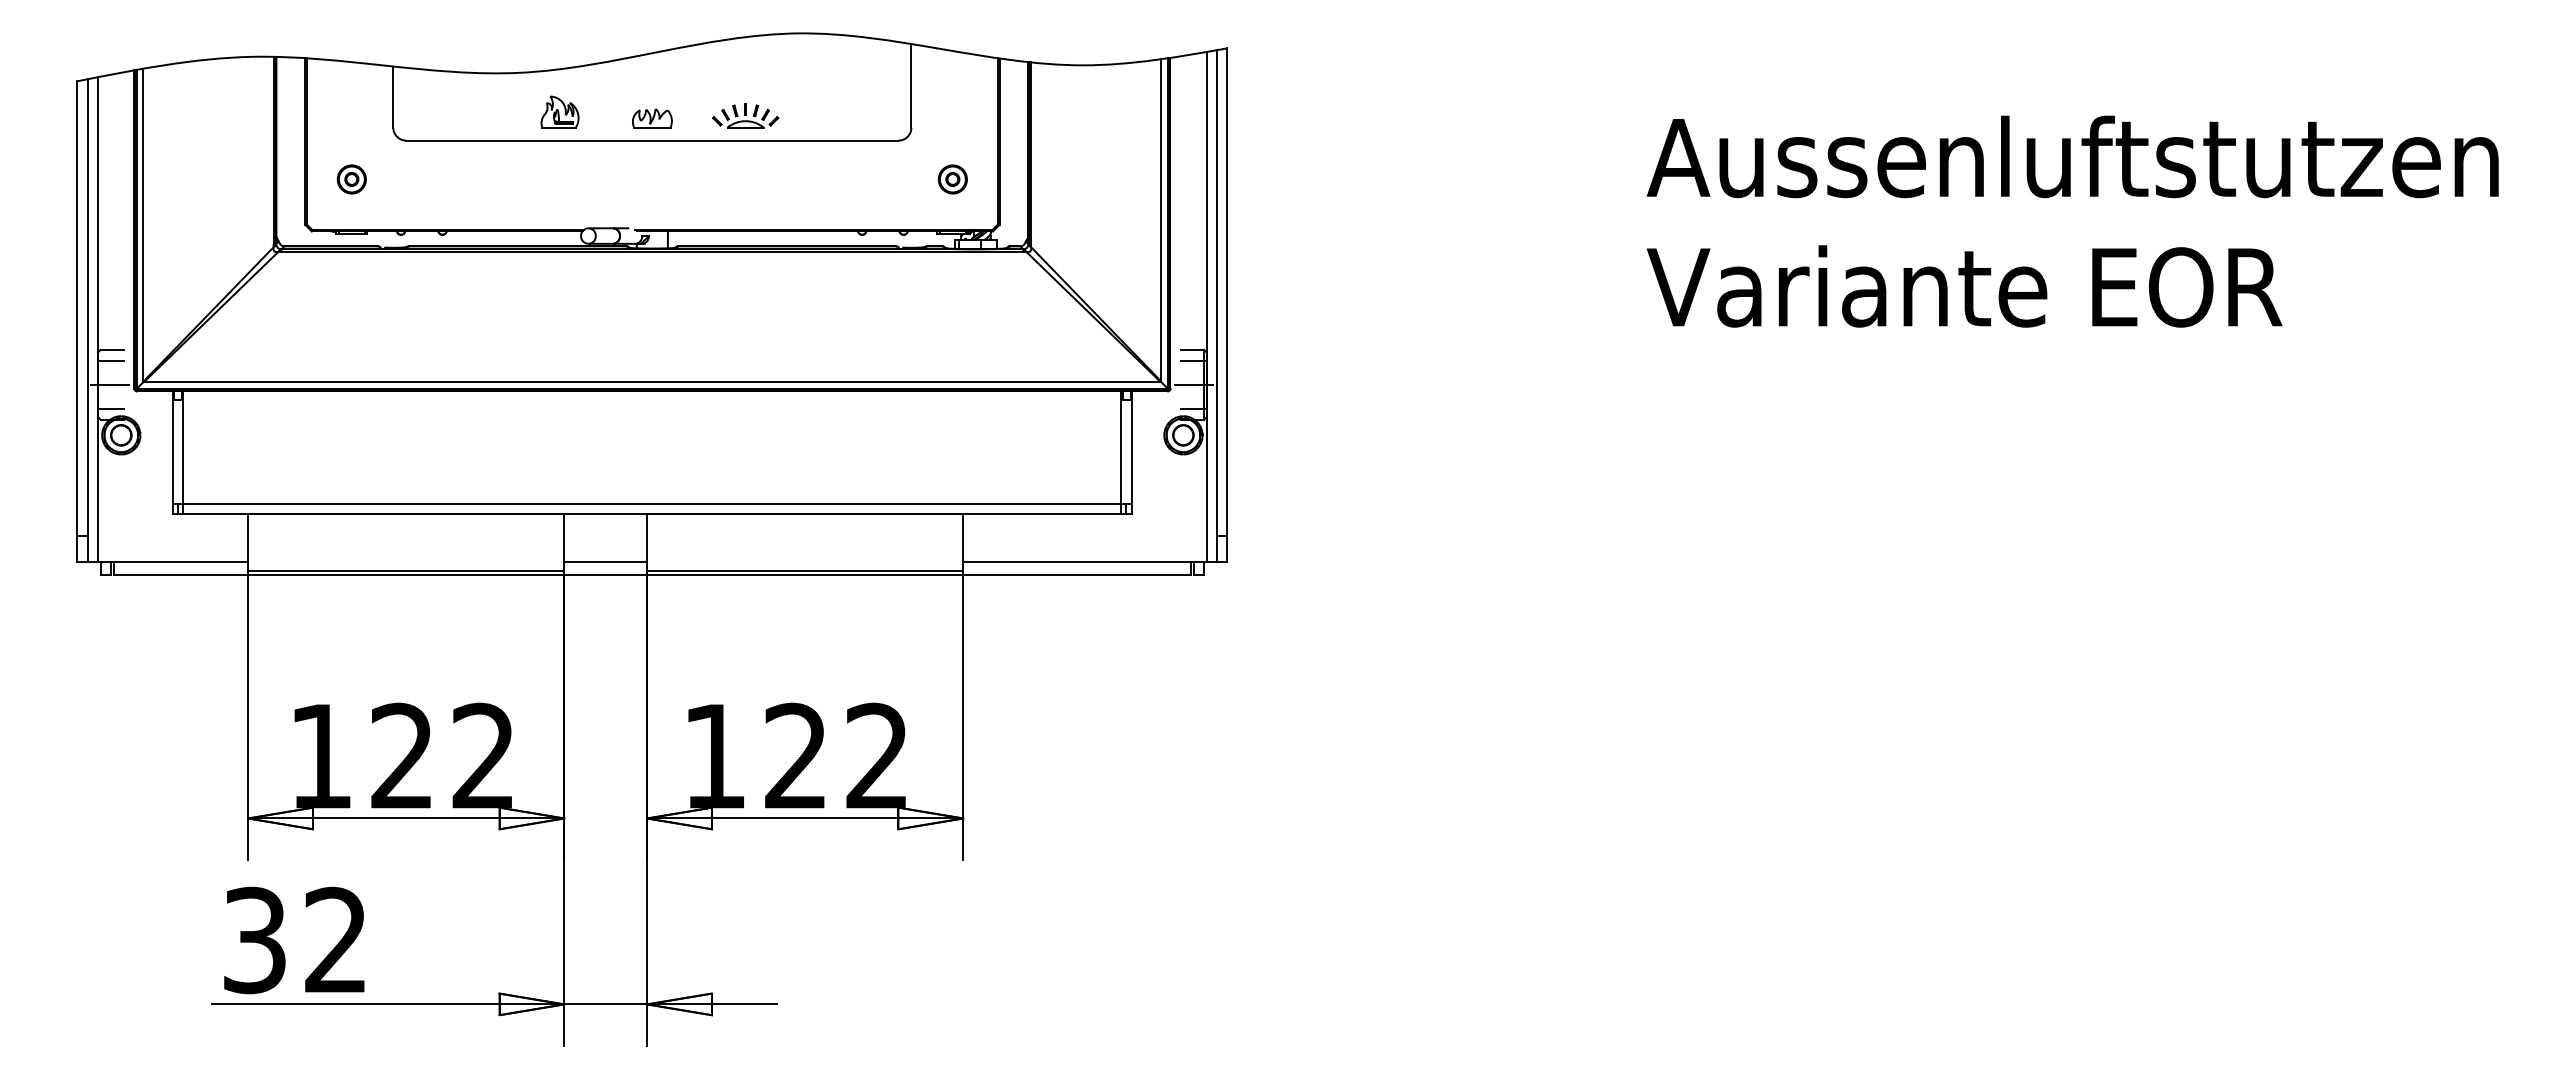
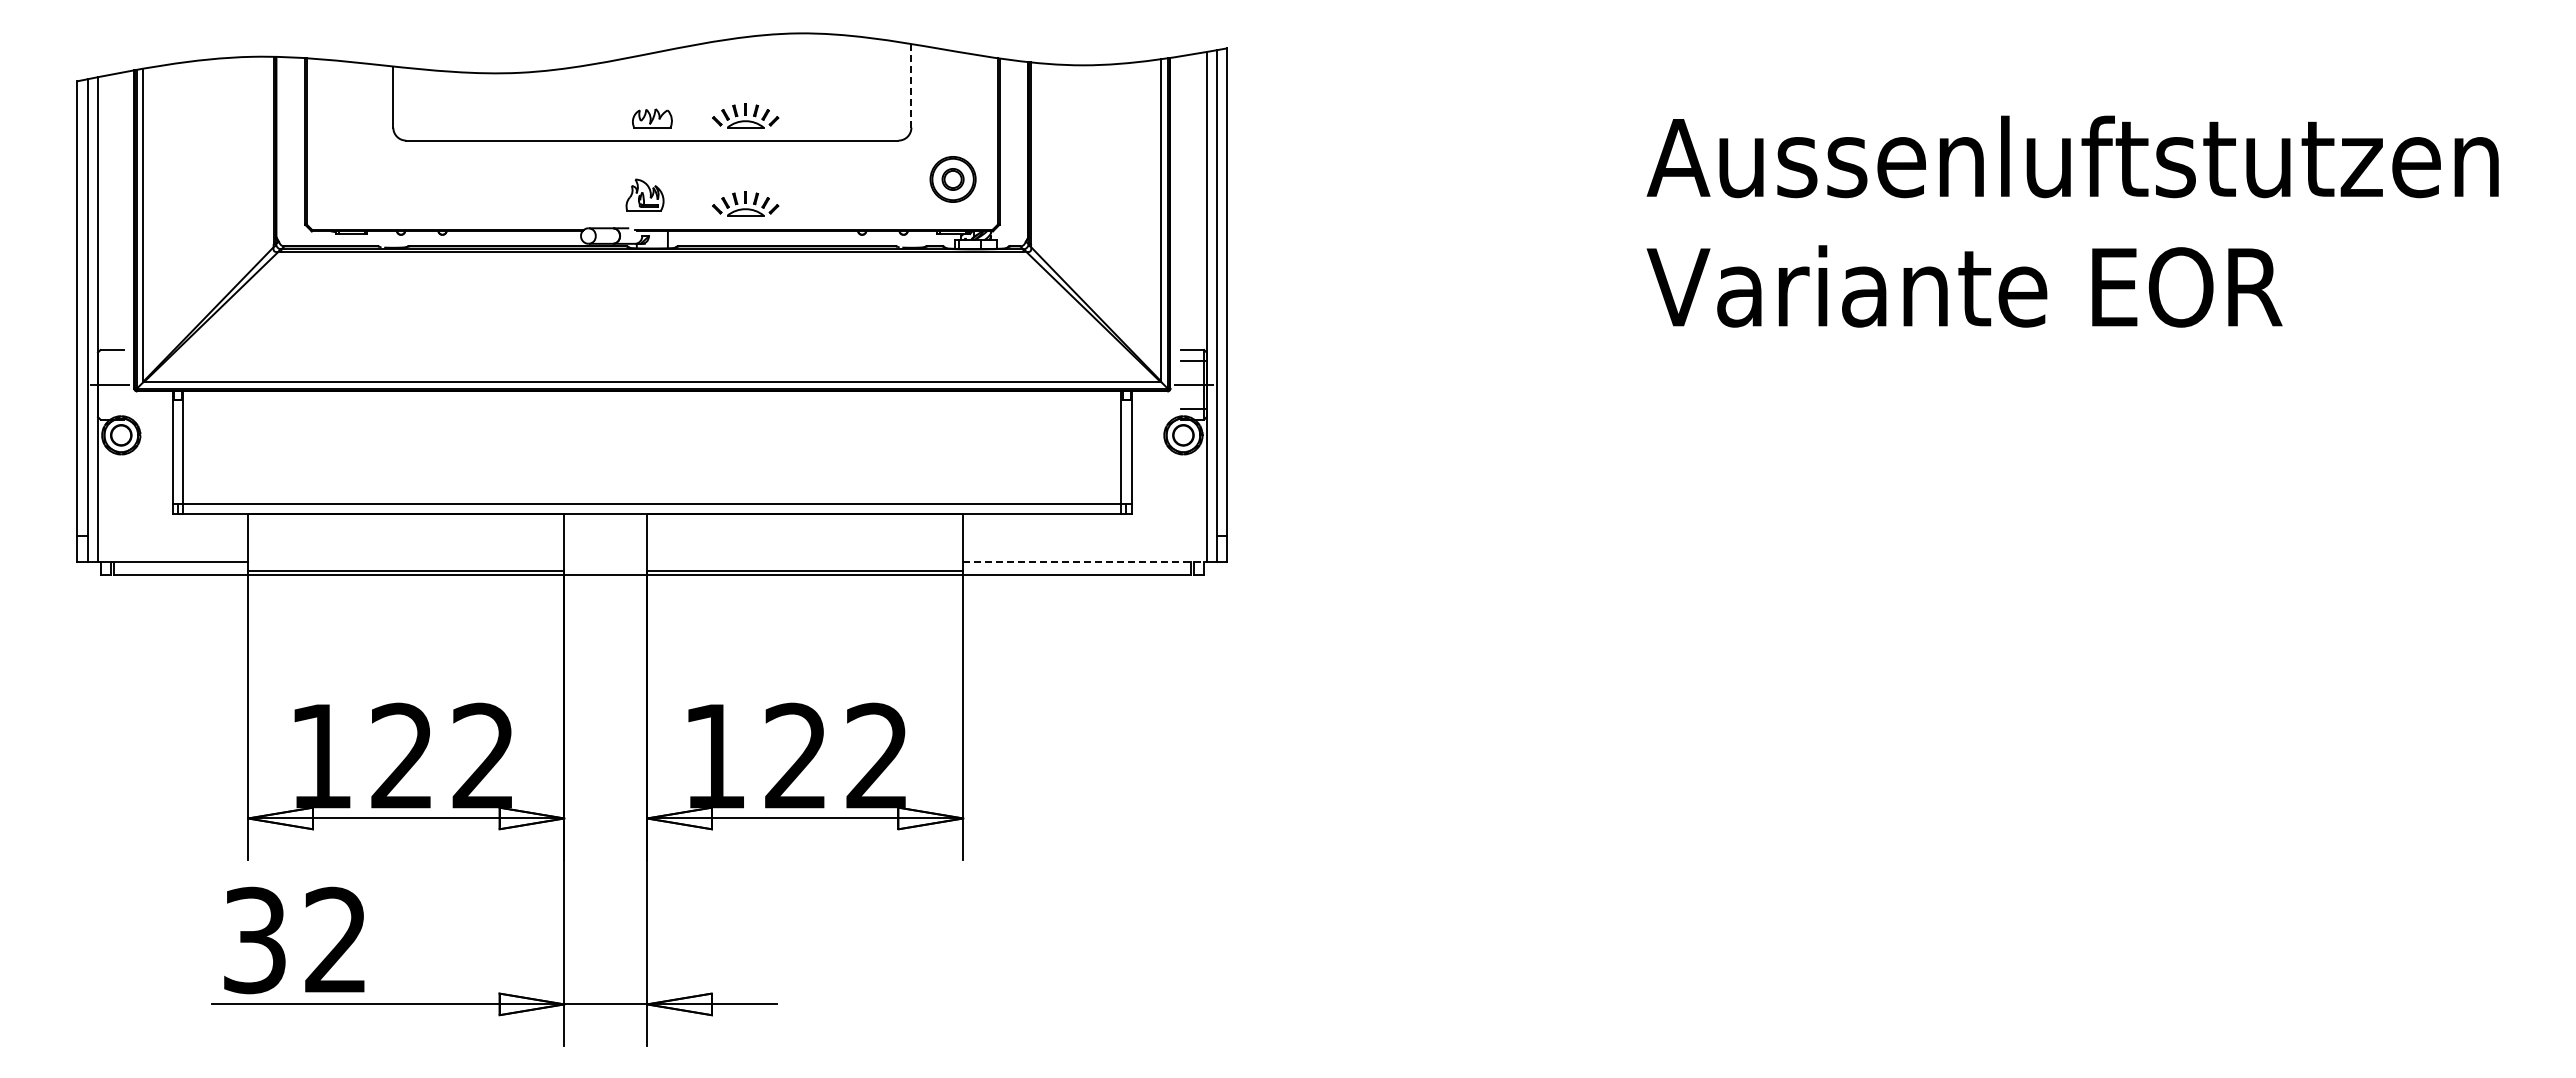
line at (911, 85): solid -> dashed
part at (559, 111) position: (559, 111) -> (644, 194)
part at (351, 179): present -> none
part at (952, 179) size: 31x31 px -> 48x47 px
part at (745, 203): none -> present
line at (110, 360): present -> none
line at (110, 408): present -> none
line at (605, 562): present -> none
line at (1085, 562): solid -> dashed
